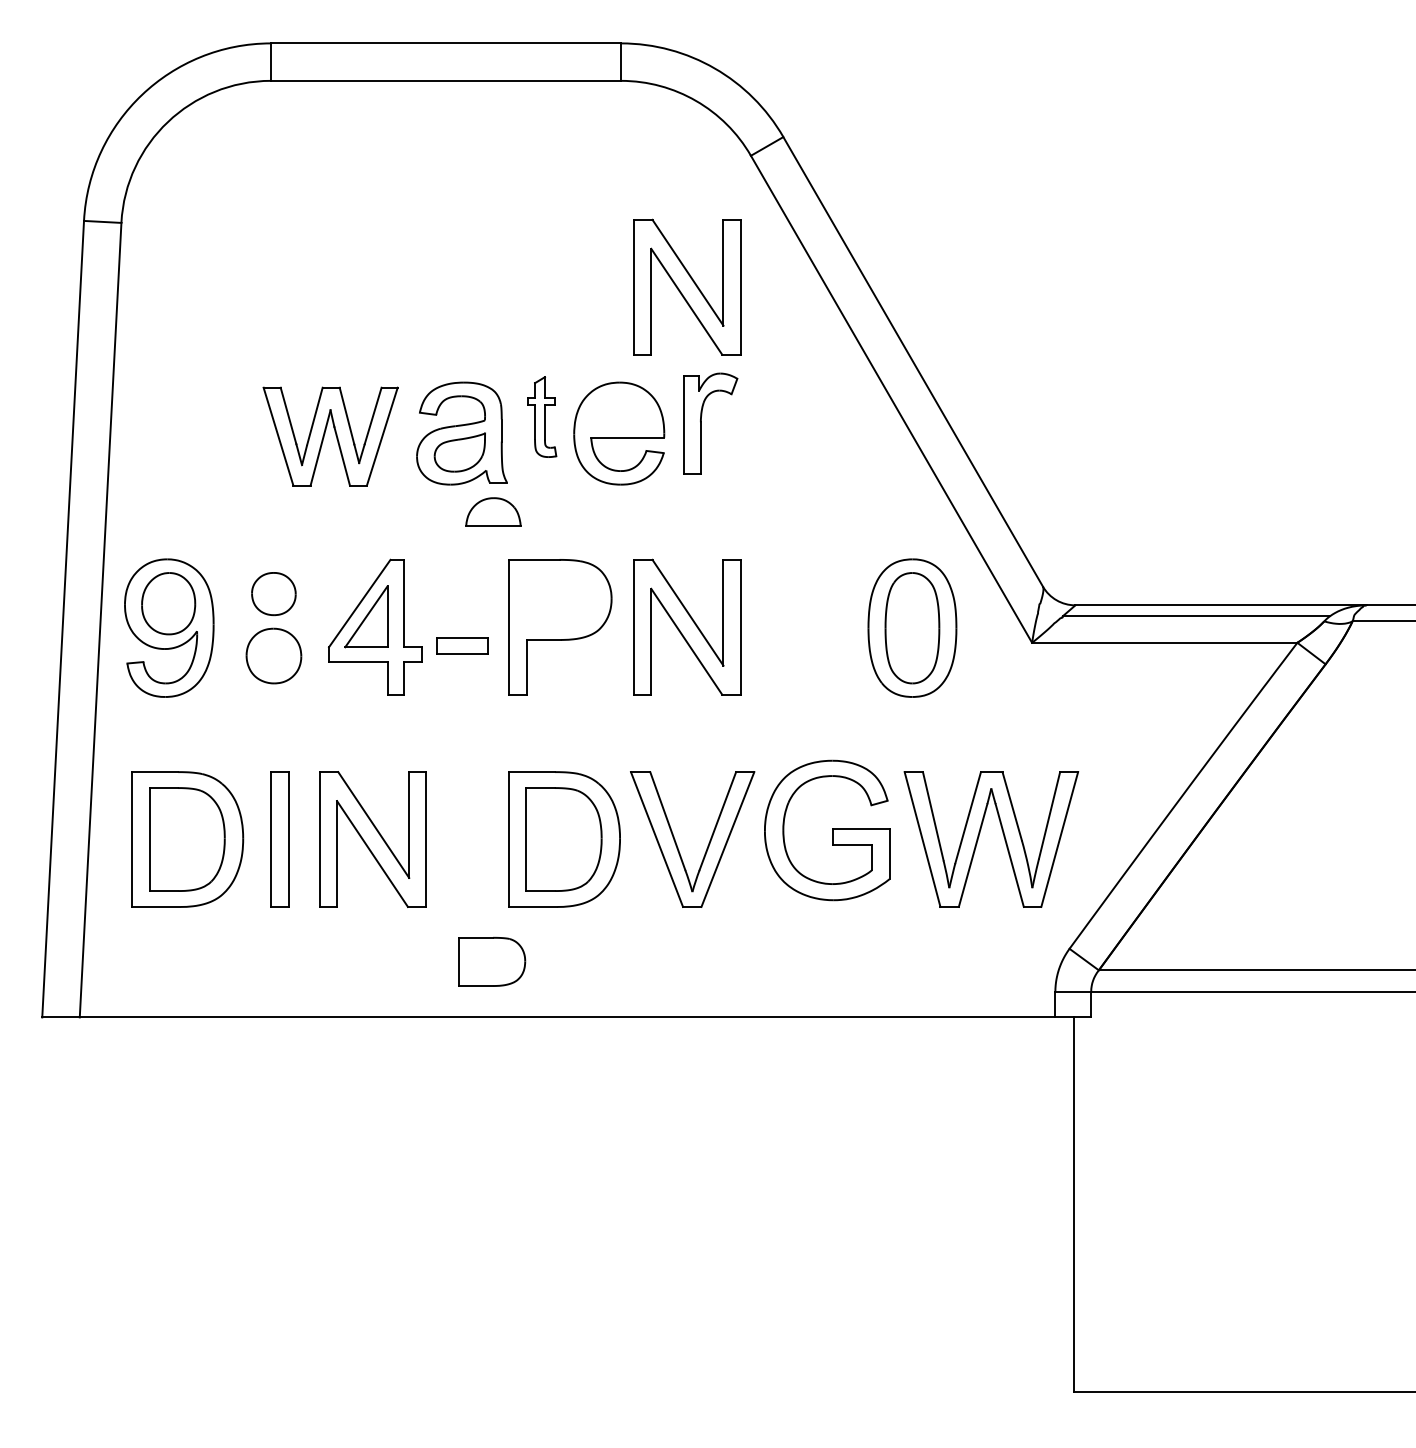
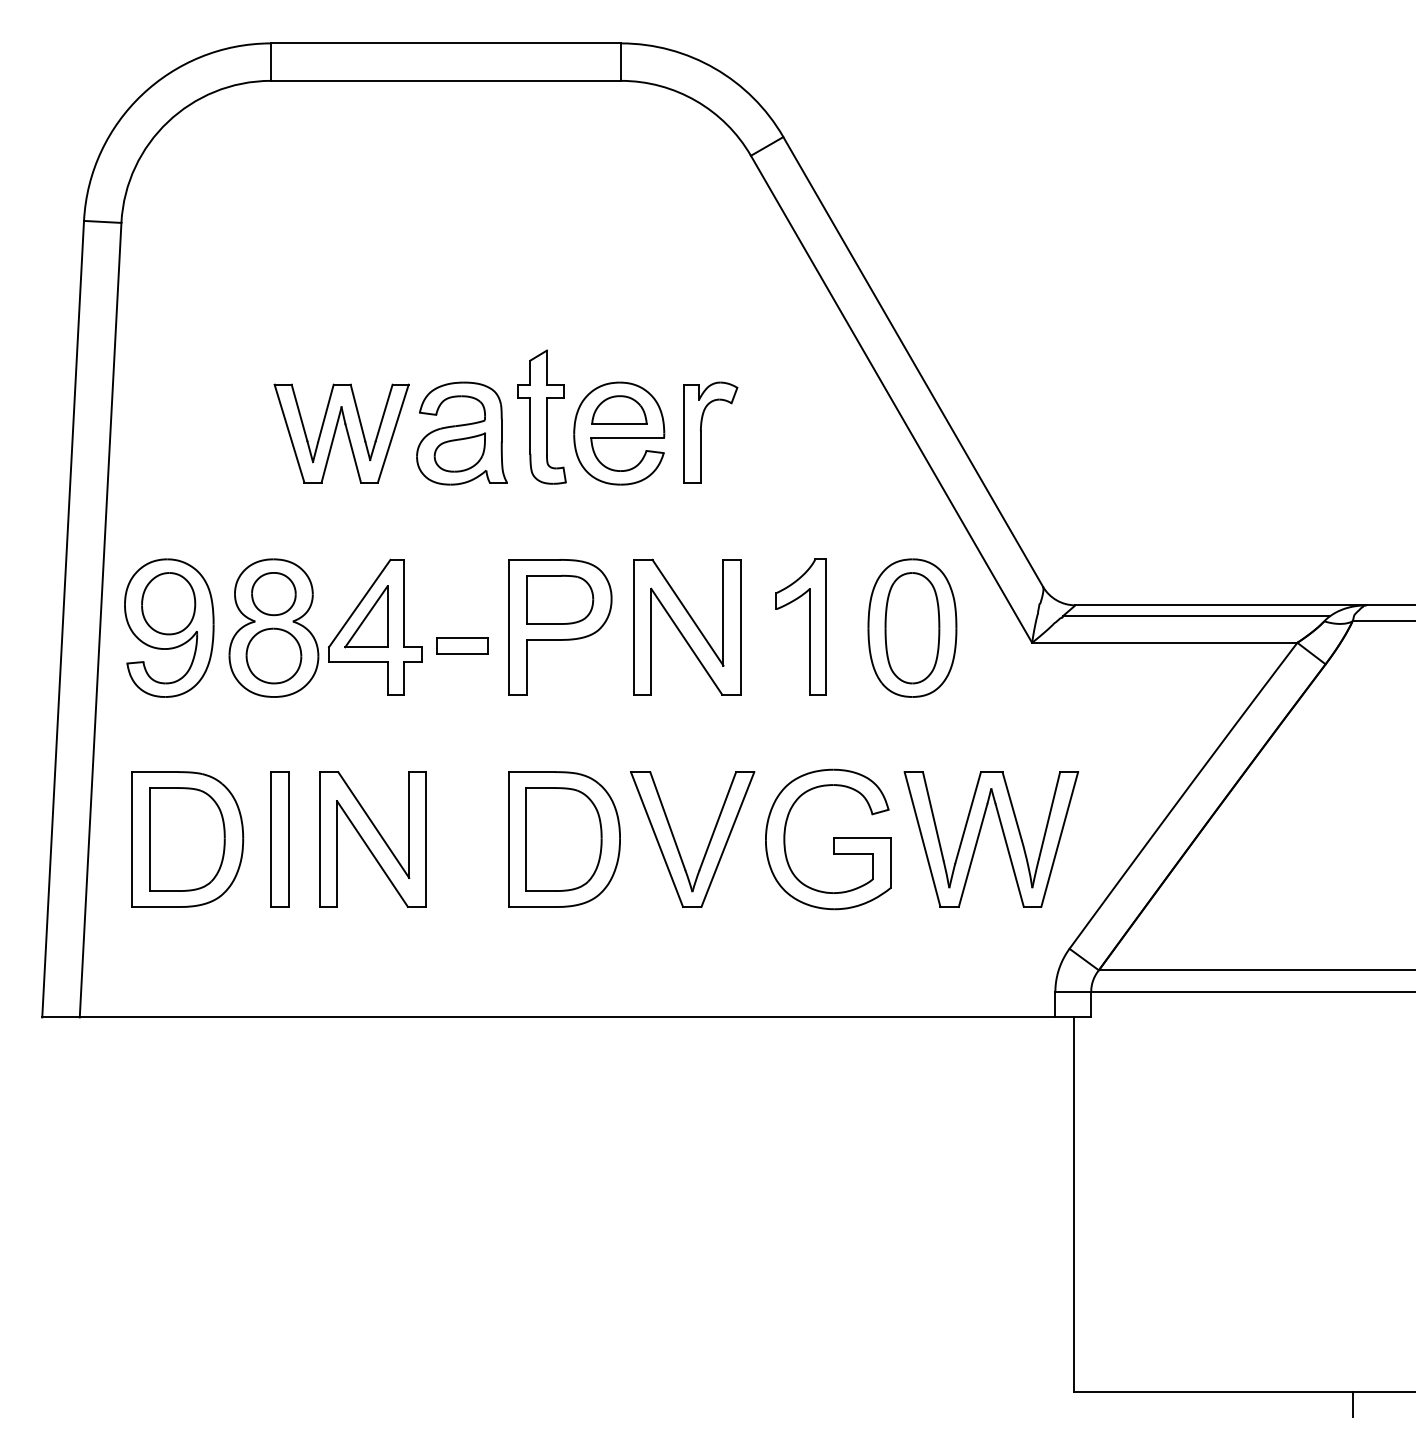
part at (687, 286): present -> none
part at (542, 416) size: 31x82 px -> 50x136 px
part at (701, 423) position: (701, 423) -> (701, 432)
part at (330, 436) position: (330, 436) -> (341, 433)
part at (493, 511) position: (493, 511) -> (619, 409)
part at (809, 626): none -> present
part at (273, 627): none -> present
part at (827, 830) position: (827, 830) -> (828, 839)
part at (492, 961) position: (492, 961) -> (560, 599)
line at (1353, 1404): none -> present
